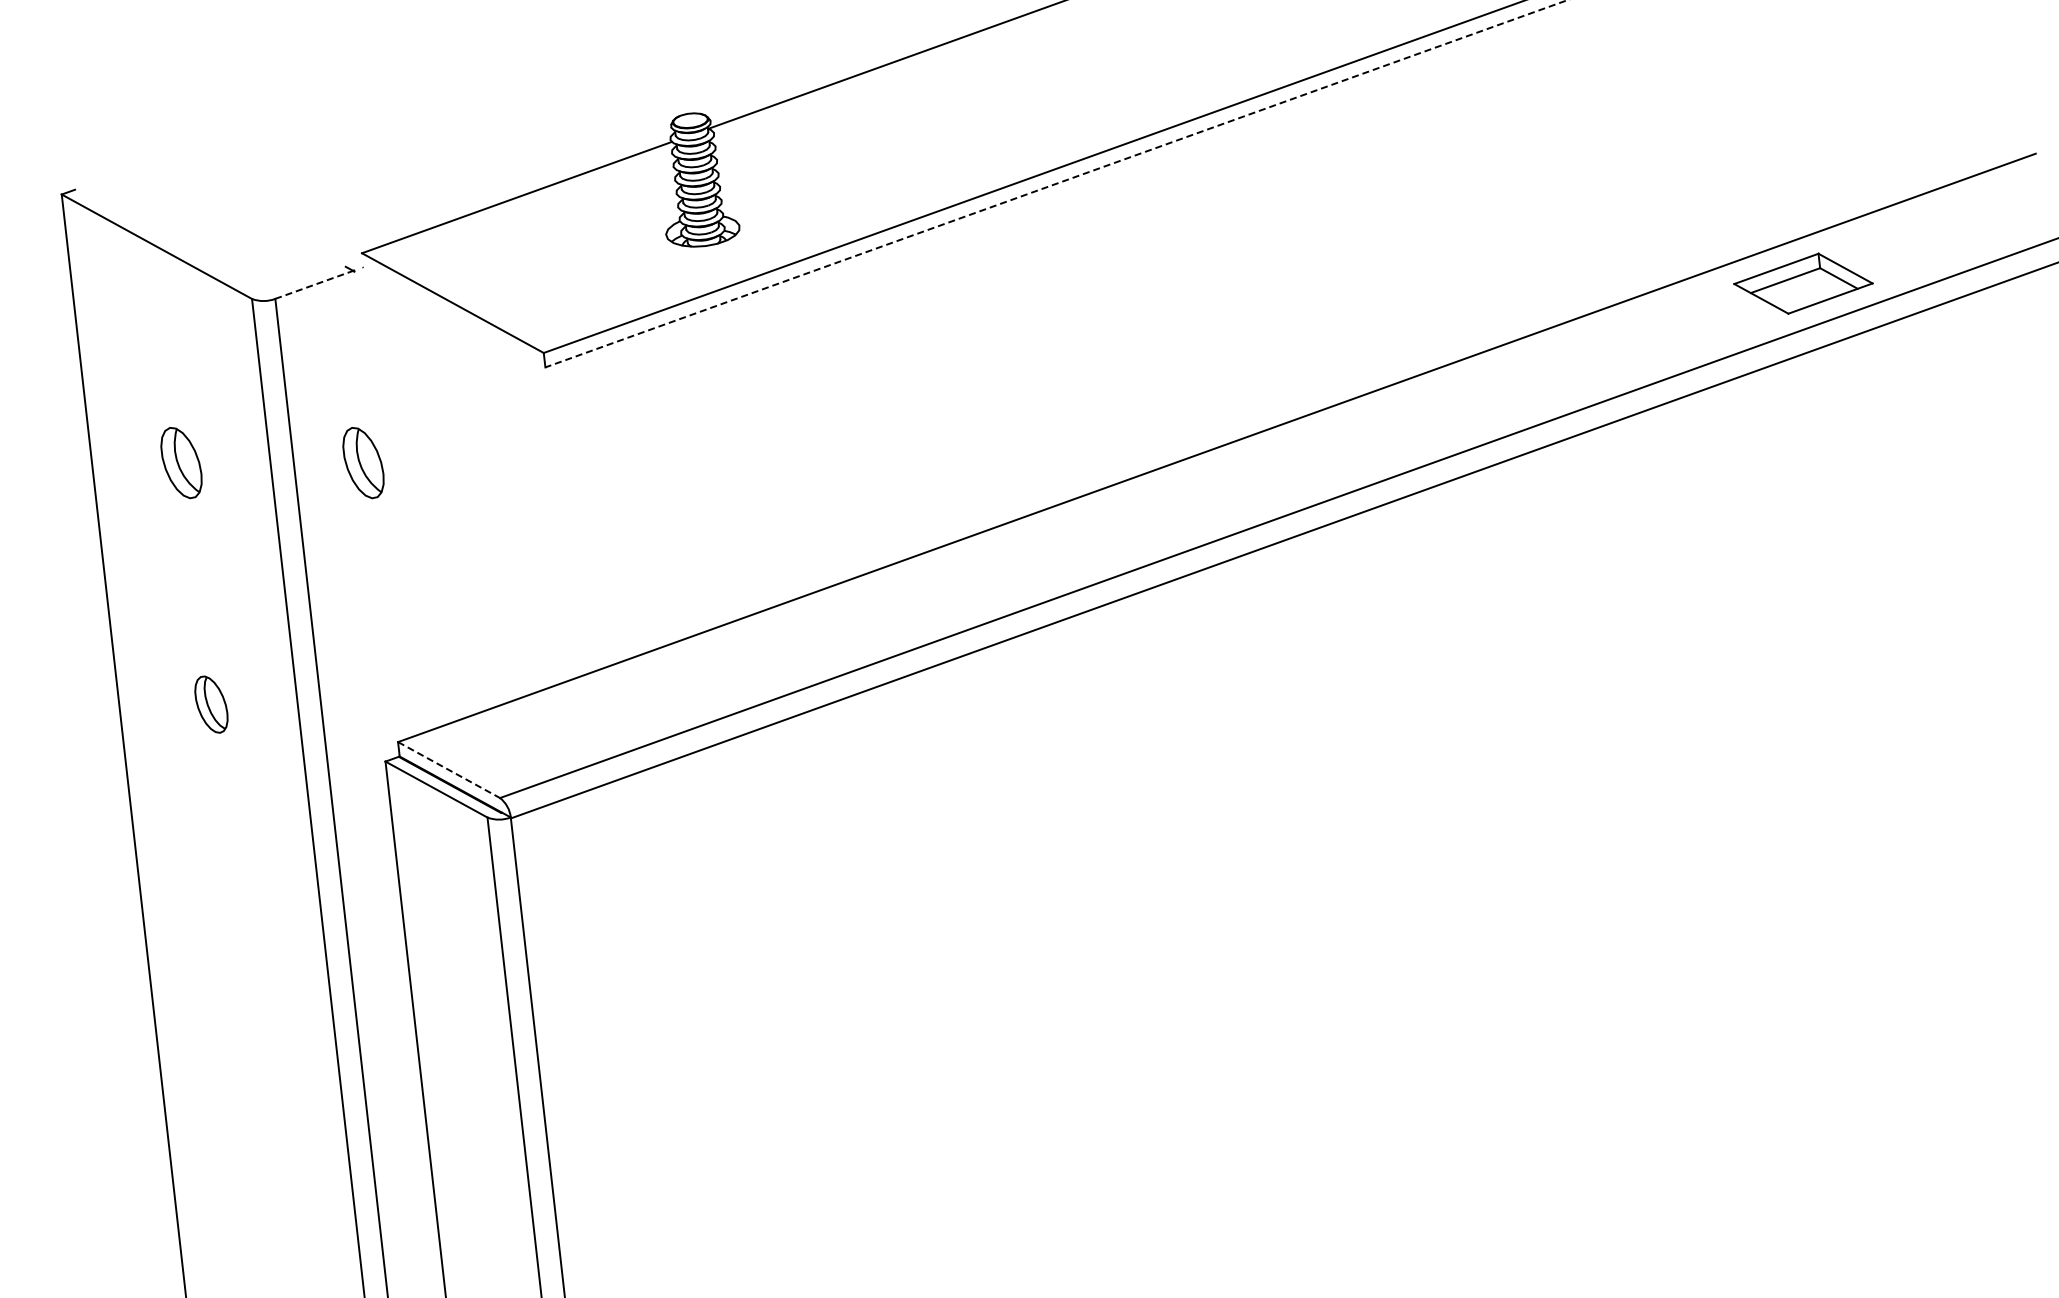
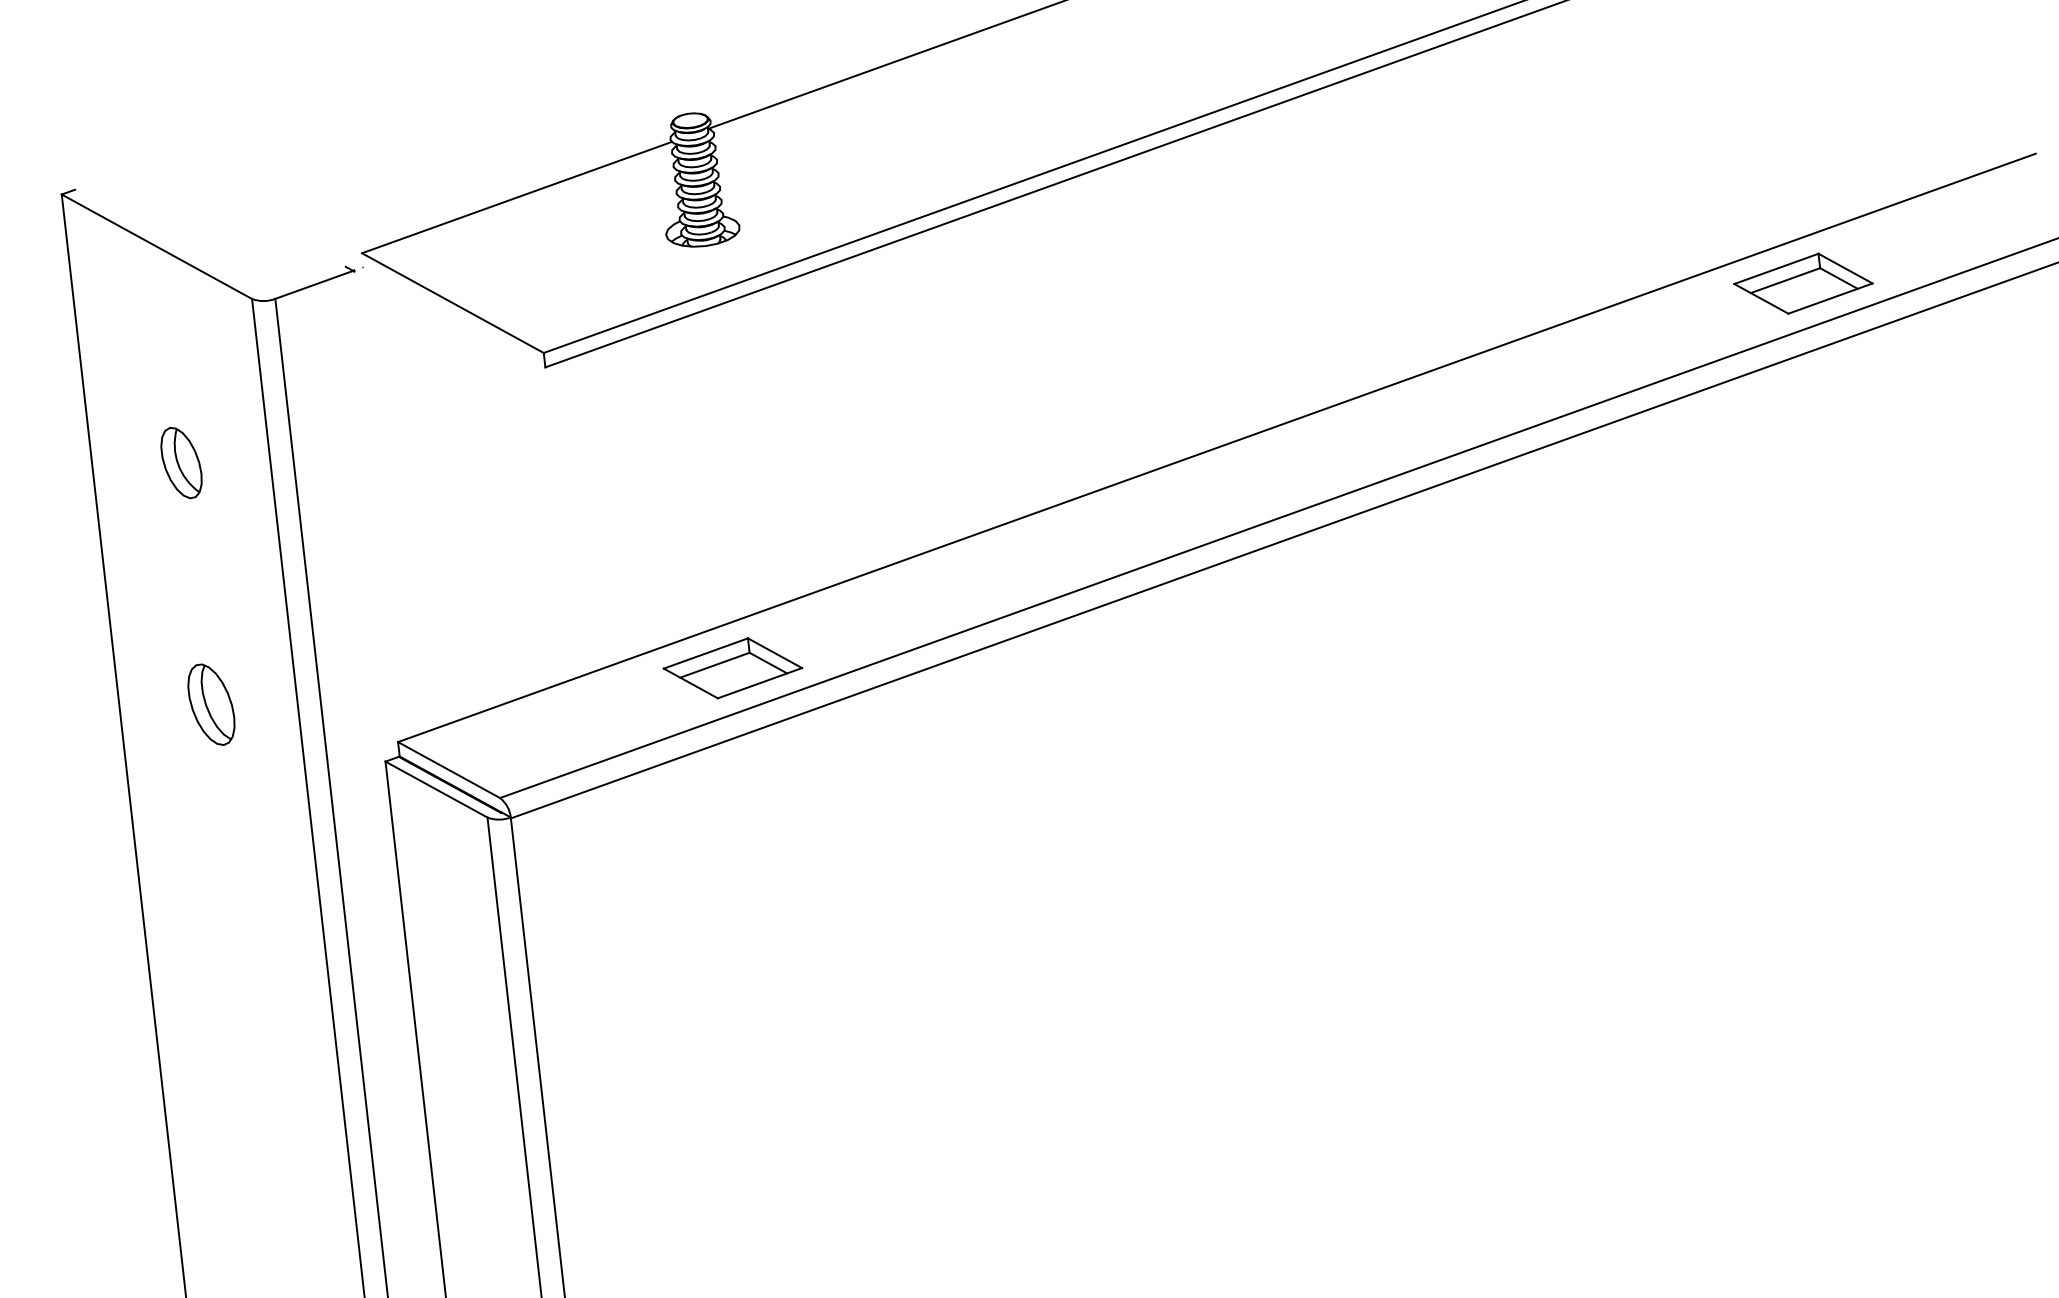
line at (1056, 183): dashed -> solid
line at (314, 284): dashed -> solid
part at (363, 463): present -> none
part at (732, 668): none -> present
part at (211, 704) size: 35x59 px -> 49x83 px
line at (449, 770): dashed -> solid
